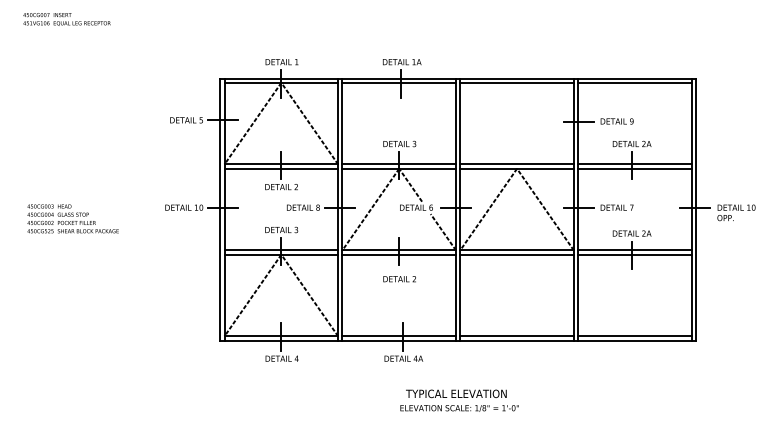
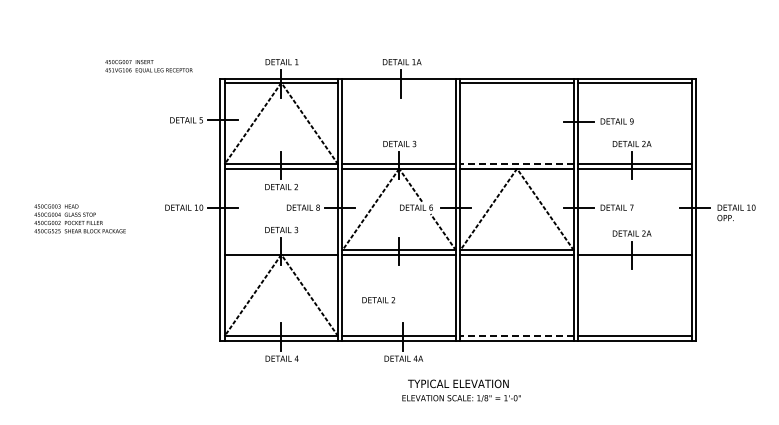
text at (66, 19) position: (66, 19) -> (148, 66)
line at (399, 82): present -> none
line at (517, 164): solid -> dashed
text at (72, 218) position: (72, 218) -> (79, 218)
line at (281, 250): present -> none
line at (634, 250): present -> none
text at (399, 279) position: (399, 279) -> (378, 300)
line at (517, 336): solid -> dashed
text at (459, 400) position: (459, 400) -> (461, 390)
